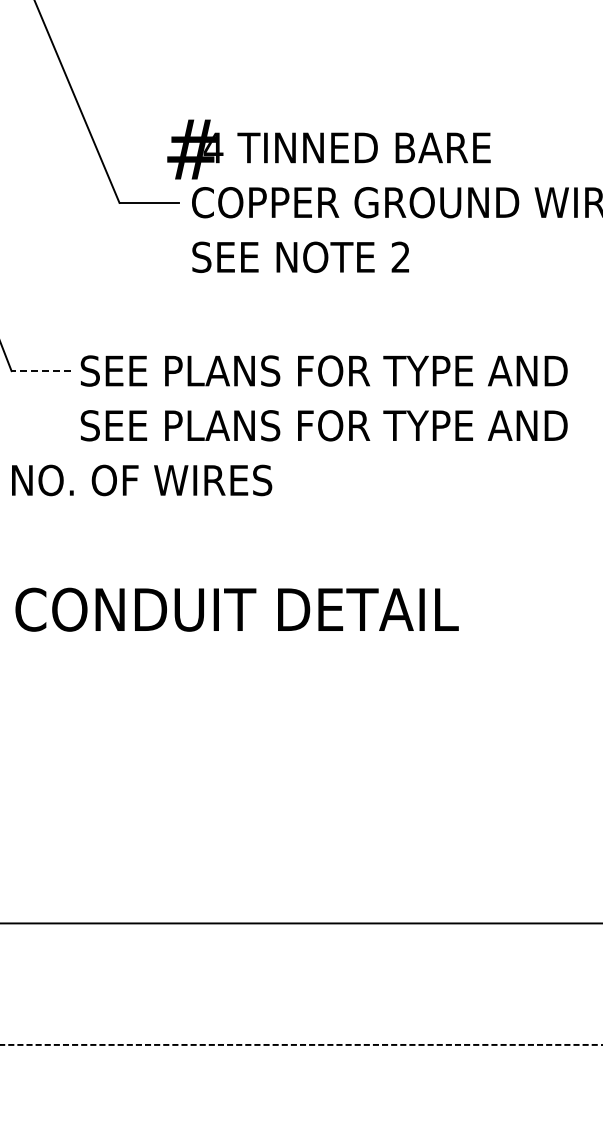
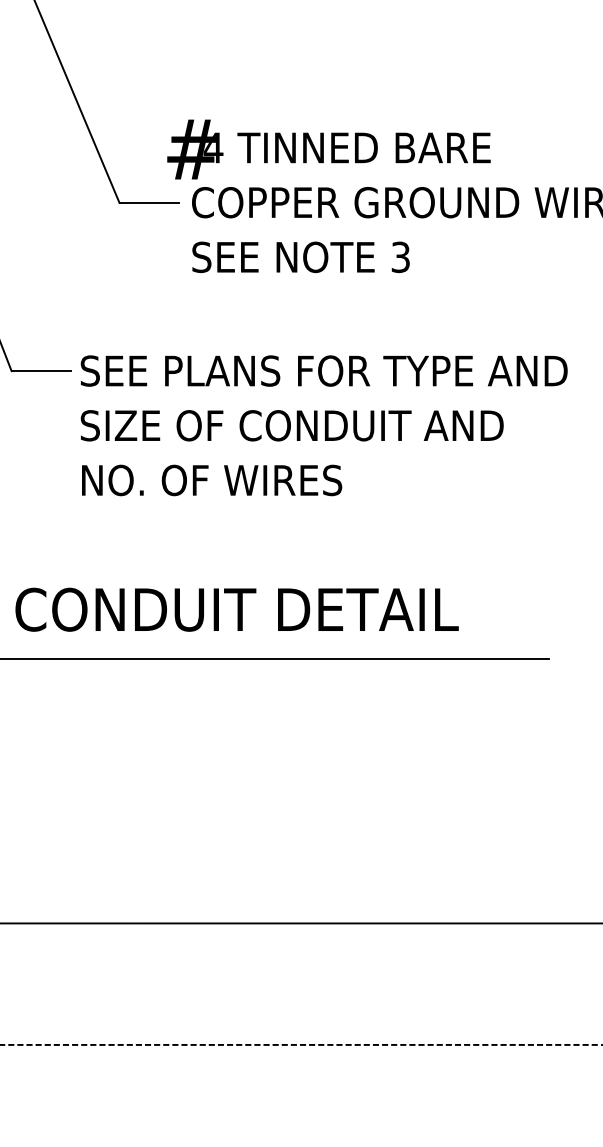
text at (400, 257): 2 -> 3
line at (41, 371): dashed -> solid
text at (338, 425): SEE PLANS FOR TYPE AND -> SIZE OF CONDUIT AND
text at (142, 480) position: (142, 480) -> (212, 480)
line at (275, 658): none -> present
